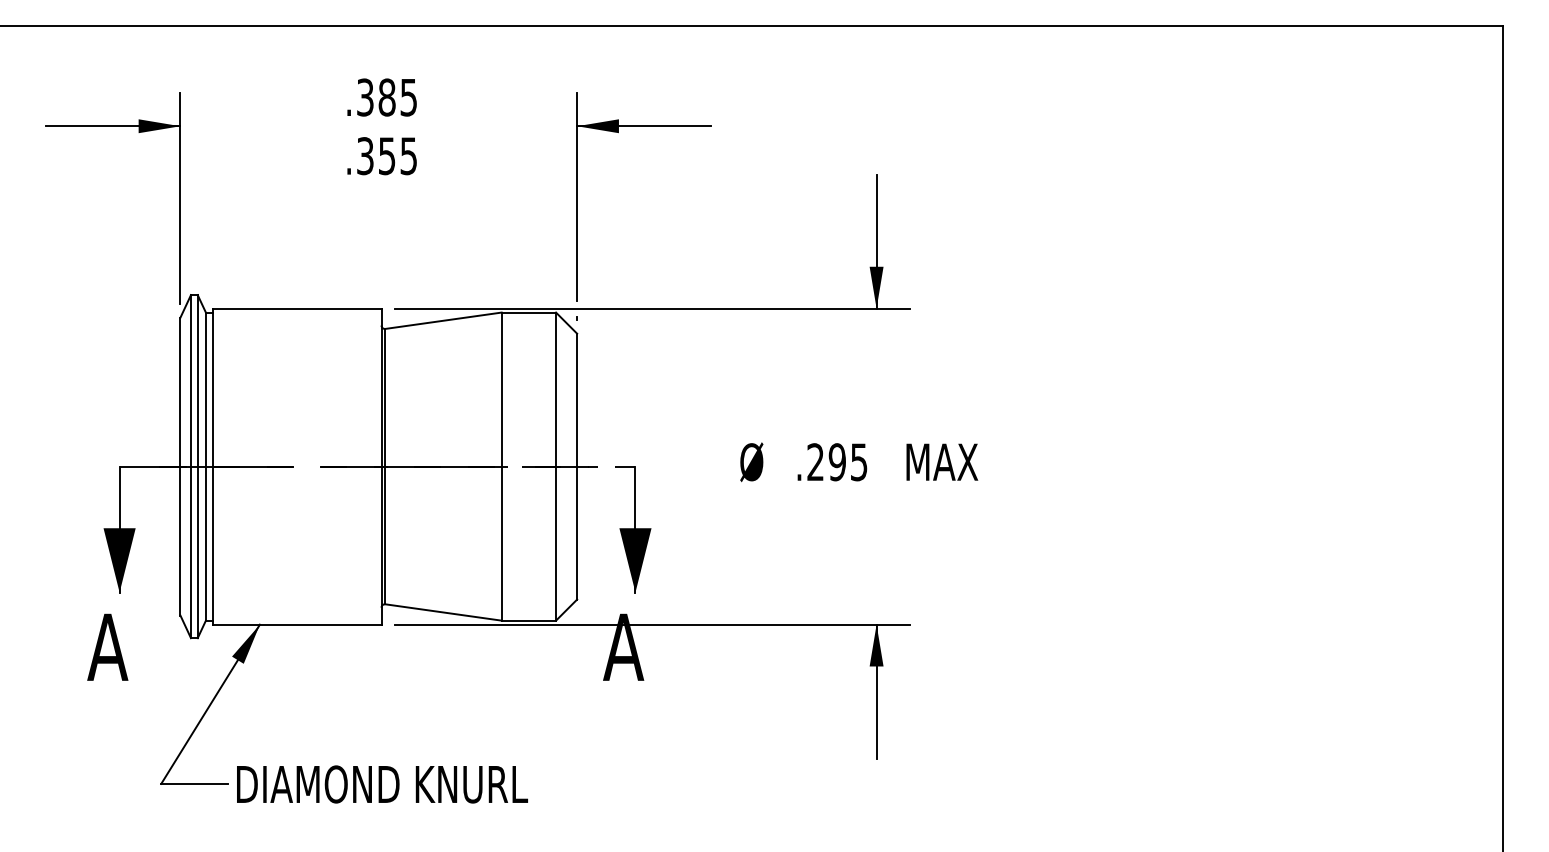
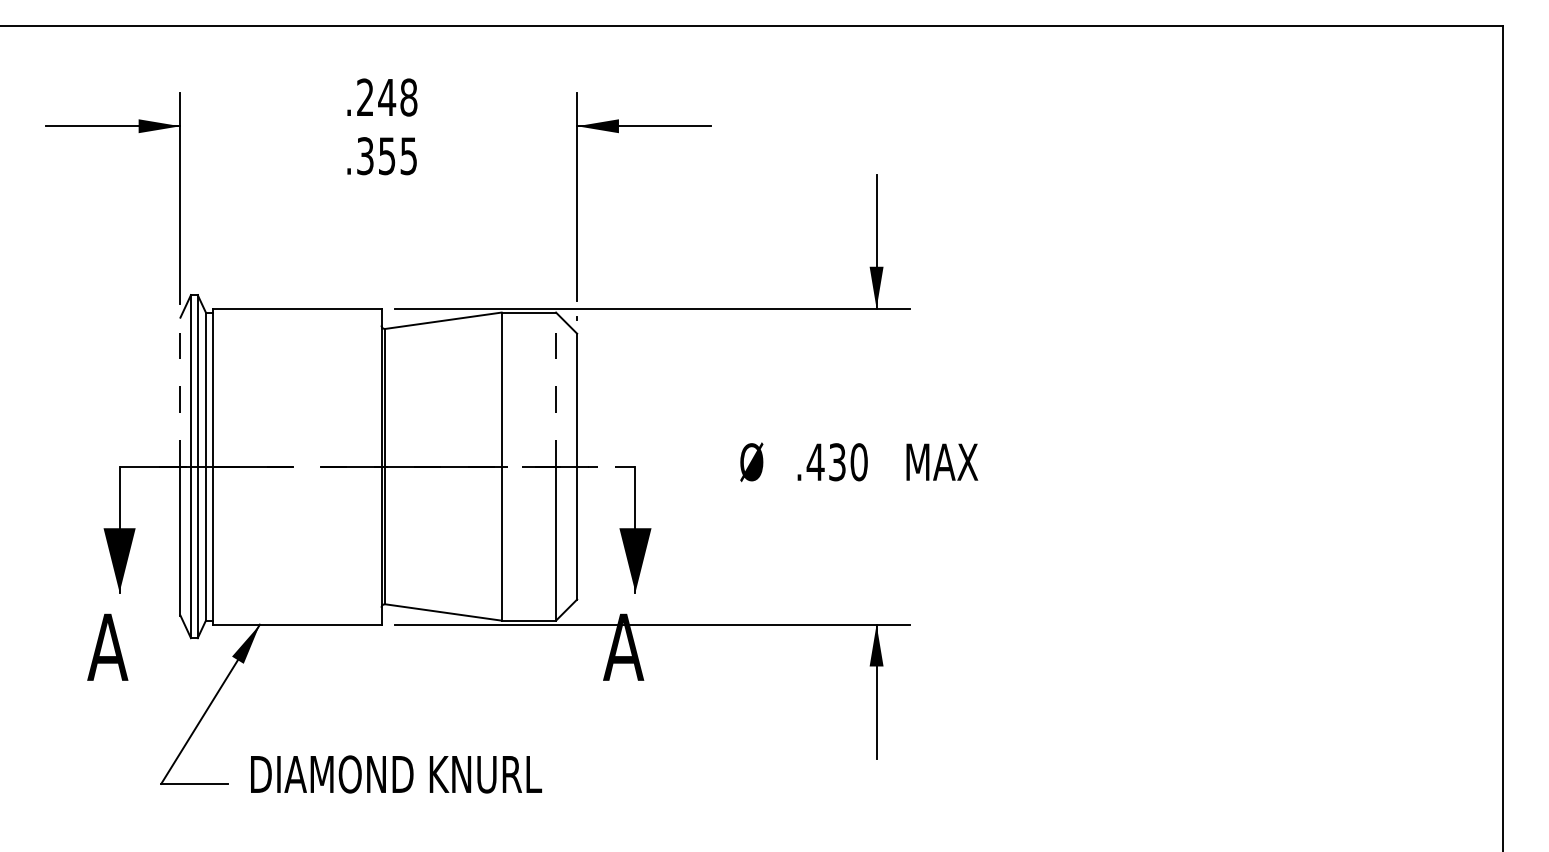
text at (387, 97): .385 -> .248
line at (556, 389): solid -> dashed
line at (180, 391): solid -> dashed
text at (836, 462): .295 -> .430
text at (382, 784) position: (382, 784) -> (396, 774)
